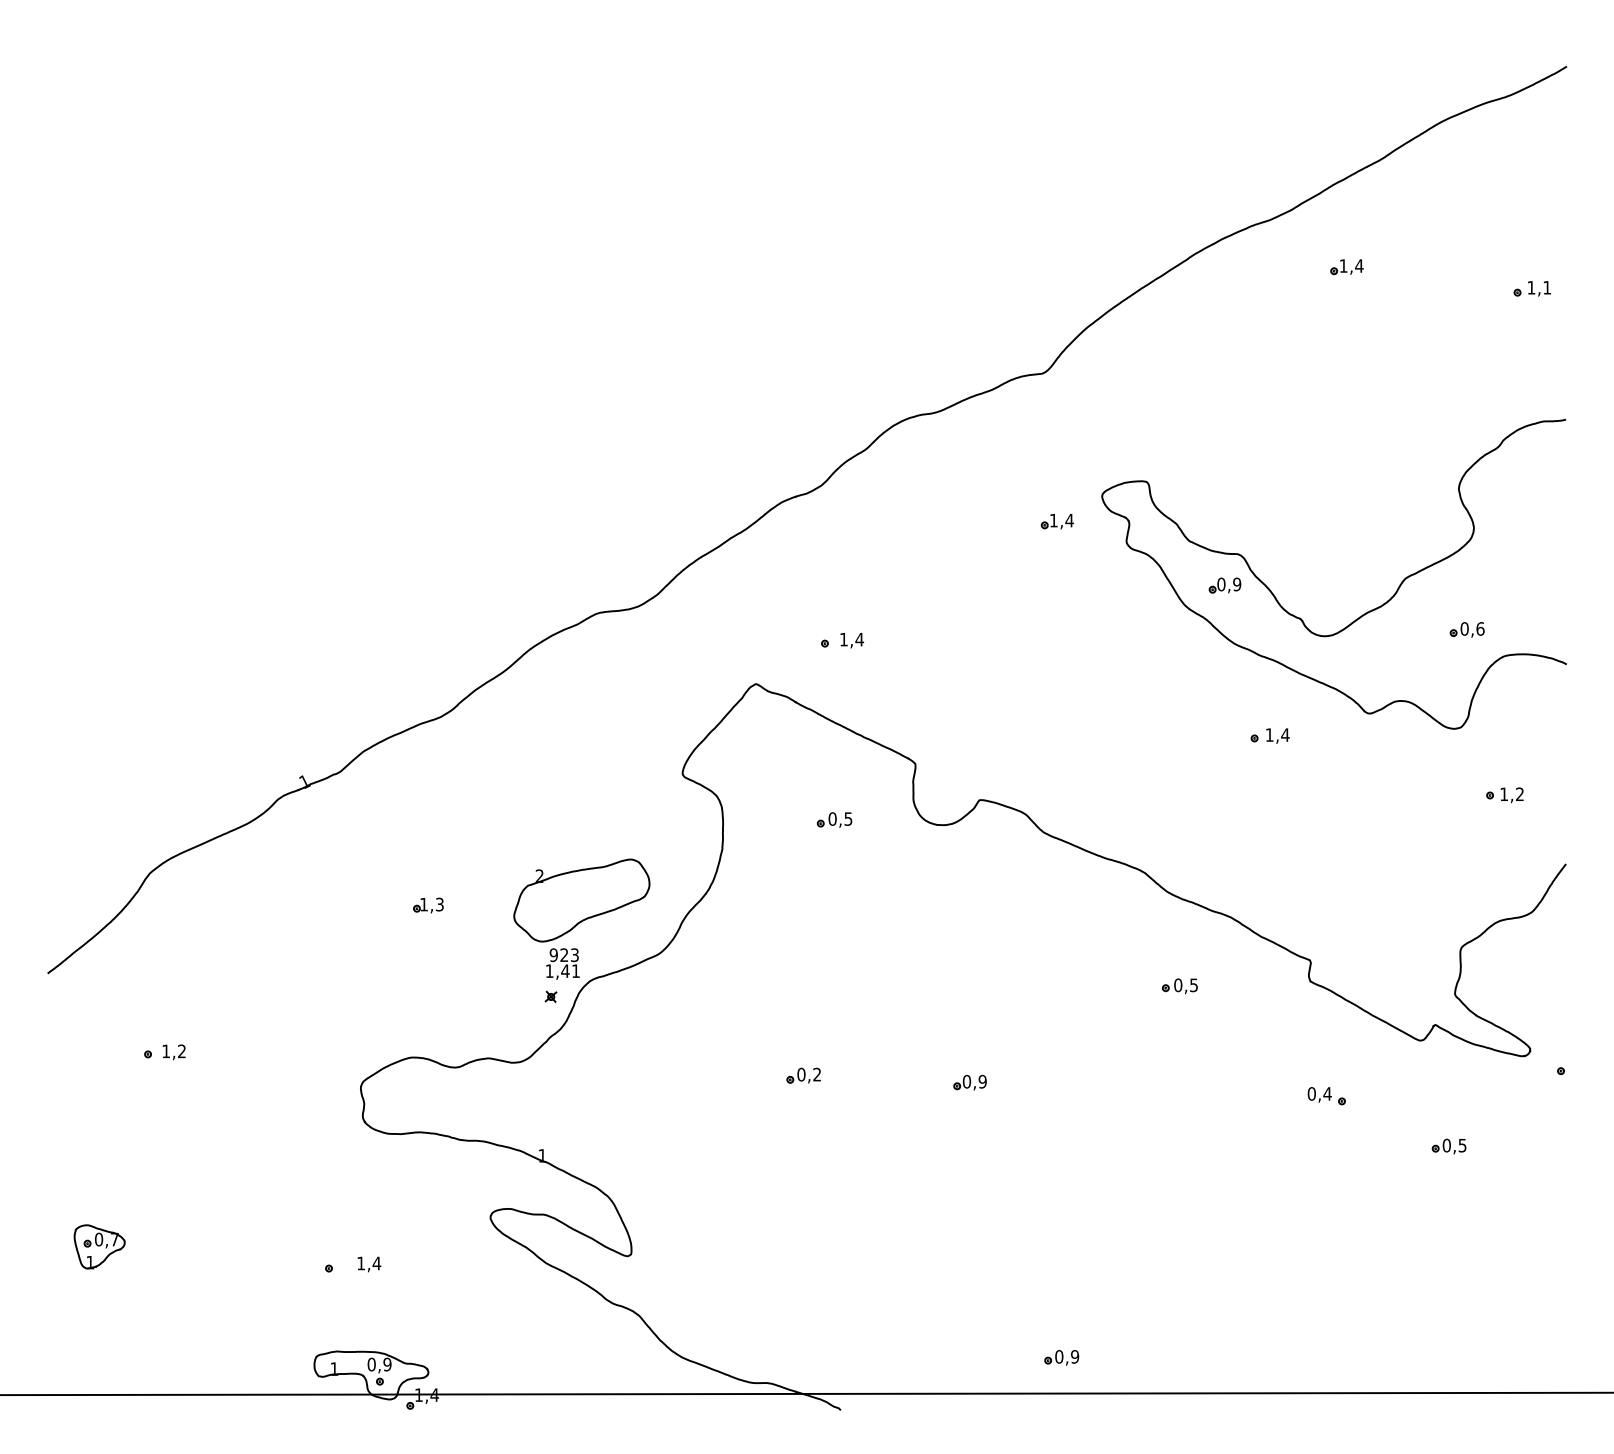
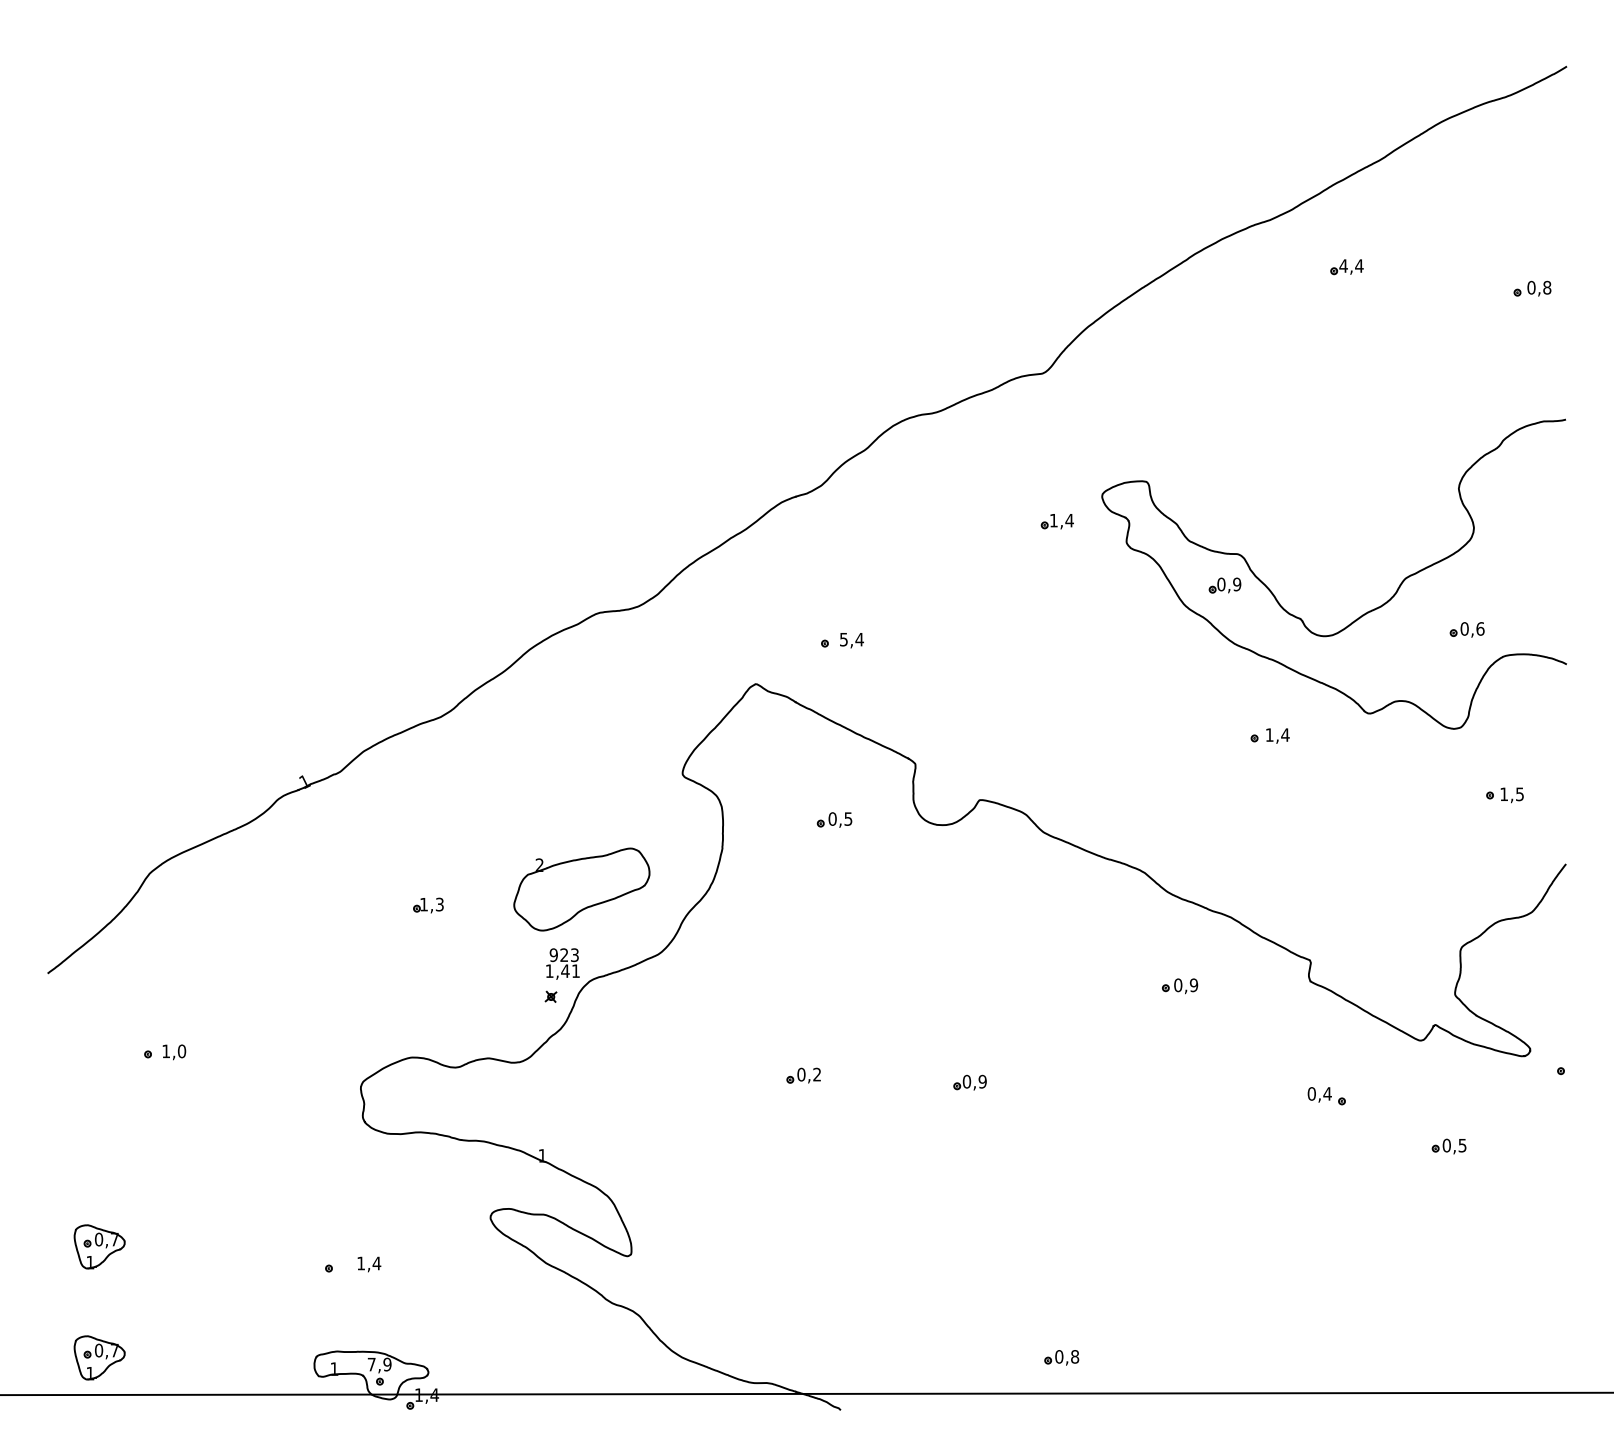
text at (1343, 265): 1,4 -> 4,4
text at (1539, 287): 1,1 -> 0,8
text at (843, 639): 1,4 -> 5,4
text at (1519, 794): 1,2 -> 1,5
part at (581, 900) position: (581, 900) -> (581, 889)
text at (1193, 984): 0,5 -> 0,9
text at (181, 1051): 1,2 -> 1,0
text at (1075, 1356): 0,9 -> 0,8
part at (99, 1357): none -> present
text at (371, 1364): 0,9 -> 7,9
